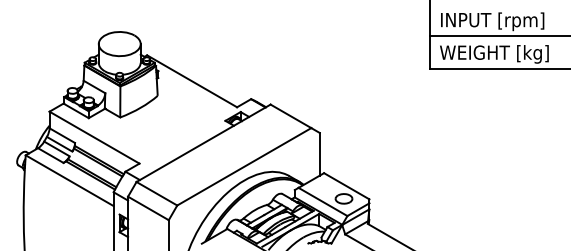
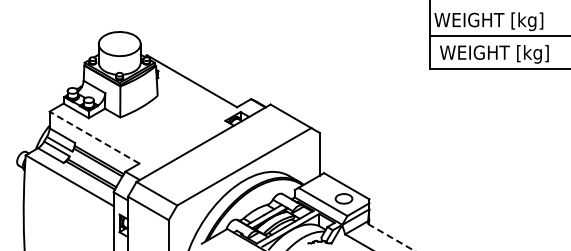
text at (489, 21): INPUT [rpm] -> WEIGHT [kg]
line at (94, 137): solid -> dashed
line at (391, 237): solid -> dashed
